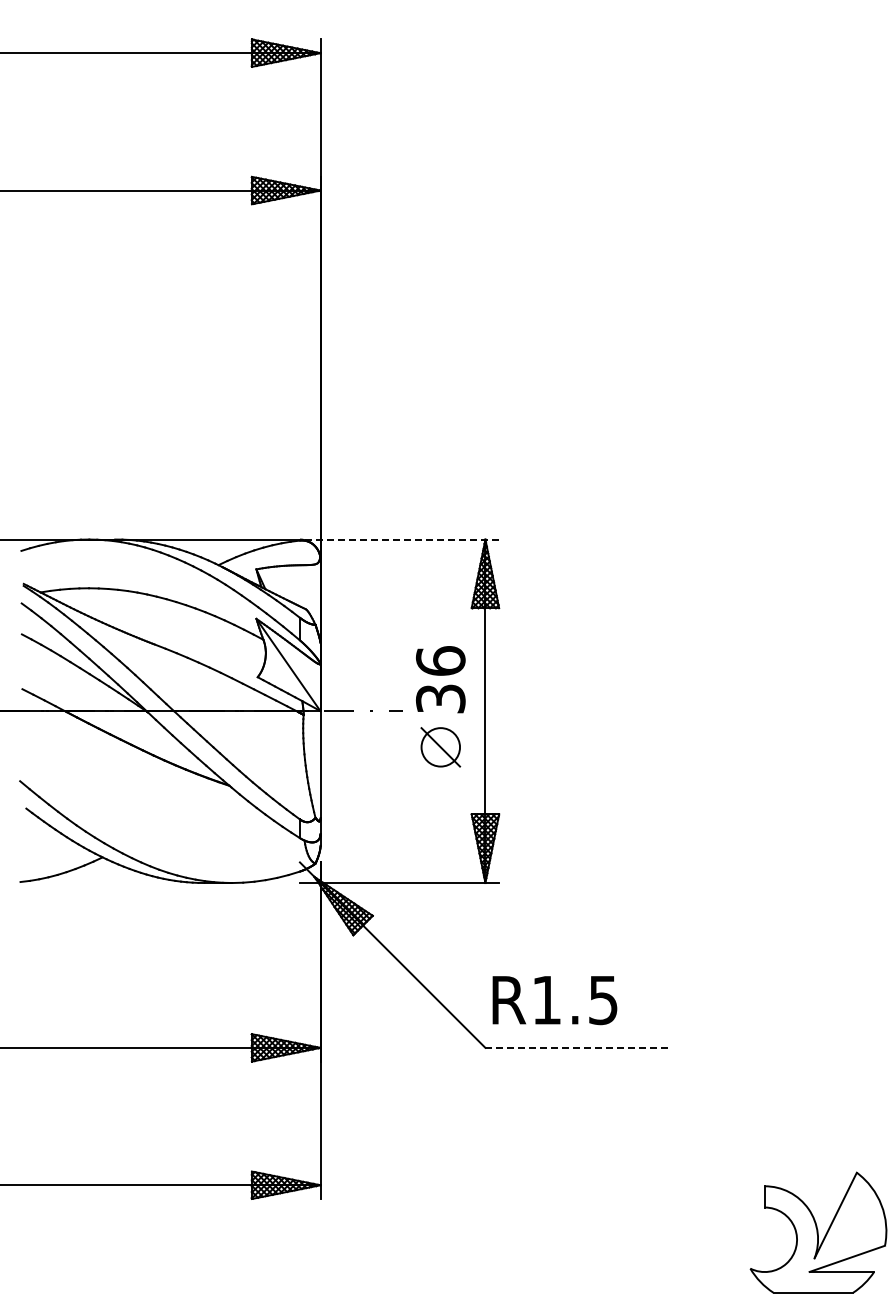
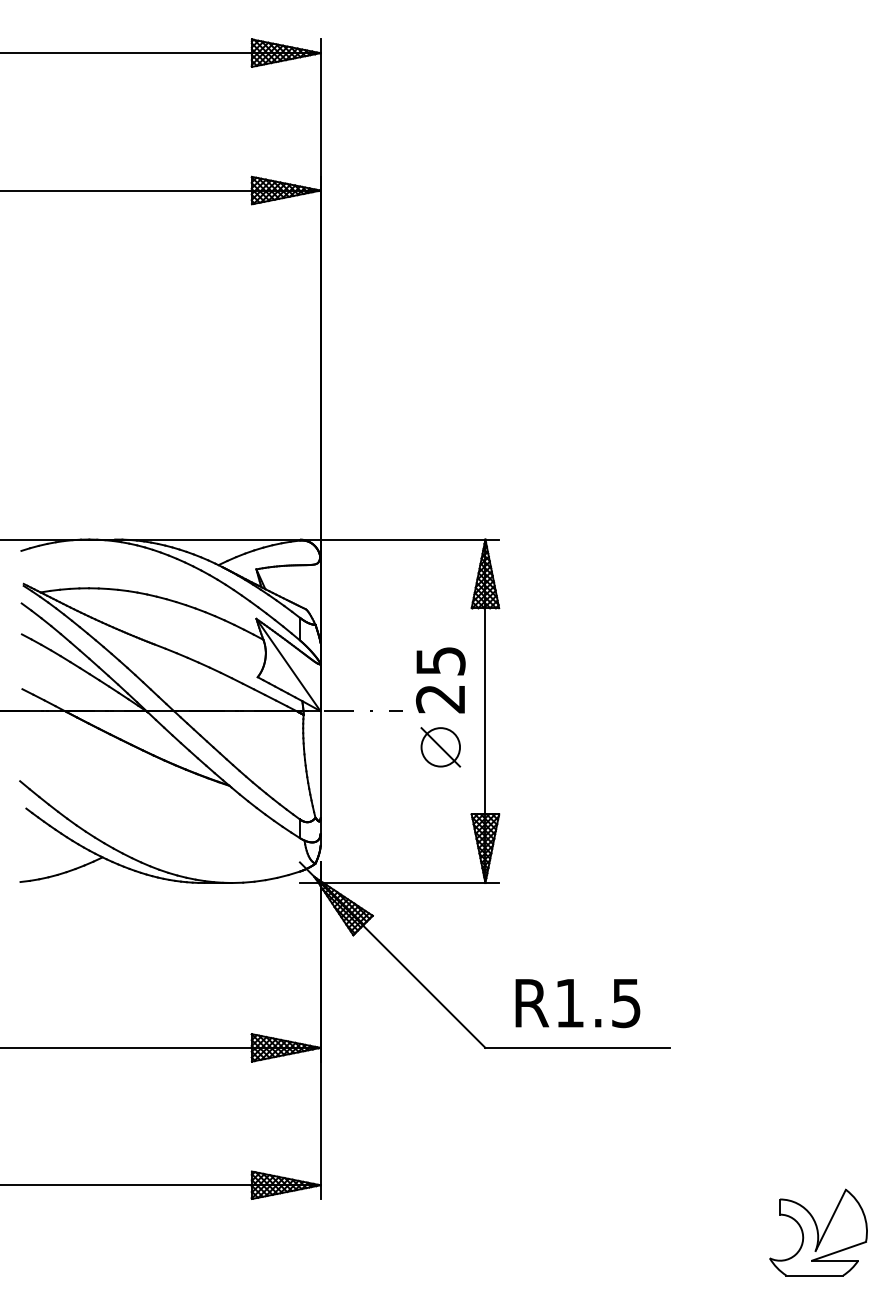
line at (399, 539): dashed -> solid
text at (440, 679): 36 -> 25
text at (554, 1000) position: (554, 1000) -> (577, 1003)
line at (578, 1047): dashed -> solid
part at (818, 1232) size: 139x123 px -> 99x89 px
